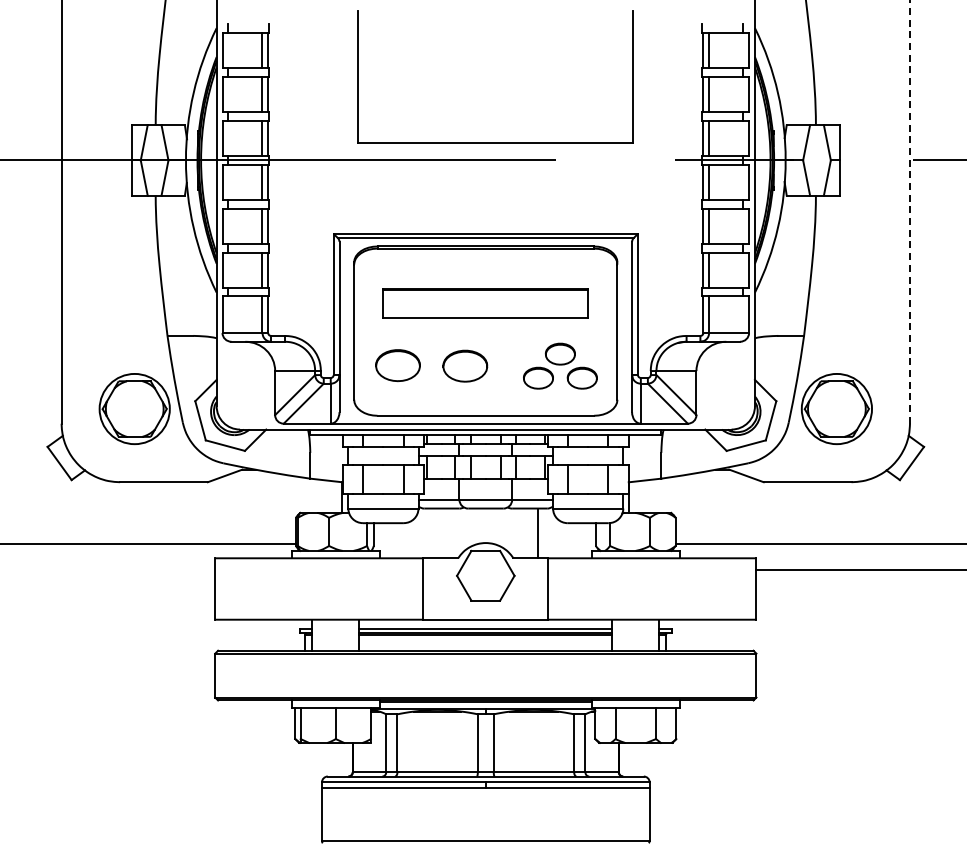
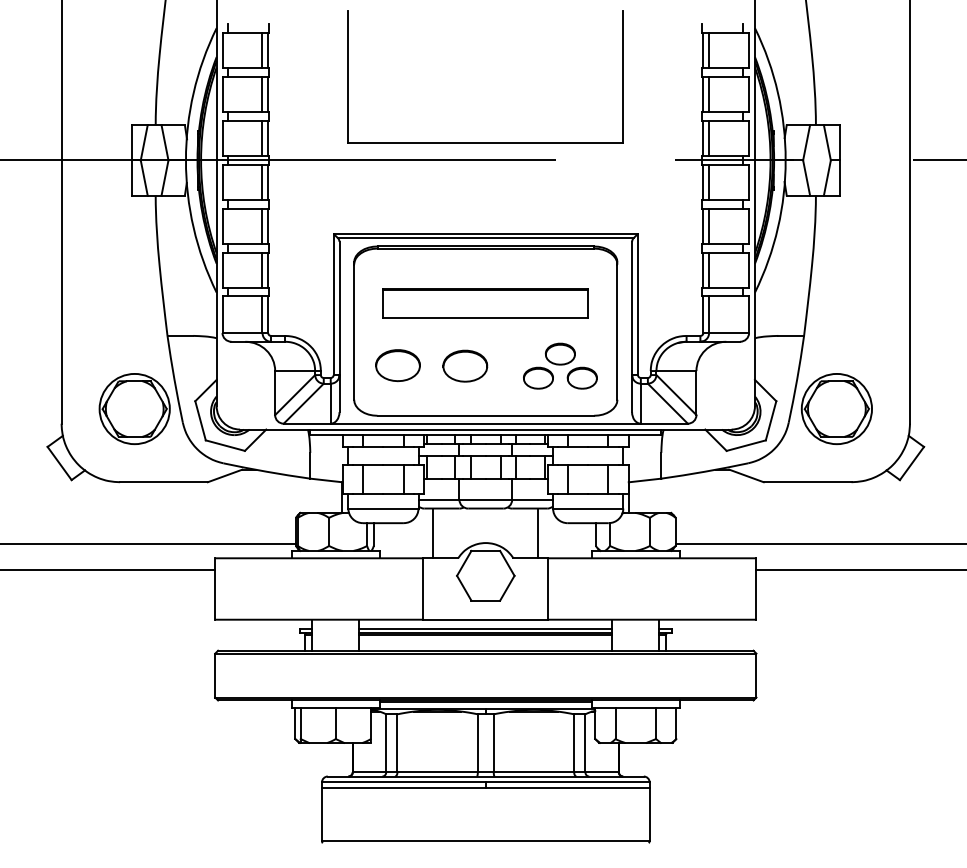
part at (495, 142) position: (495, 142) -> (485, 142)
line at (910, 211): dashed -> solid
line at (433, 533): none -> present
line at (108, 570): none -> present
